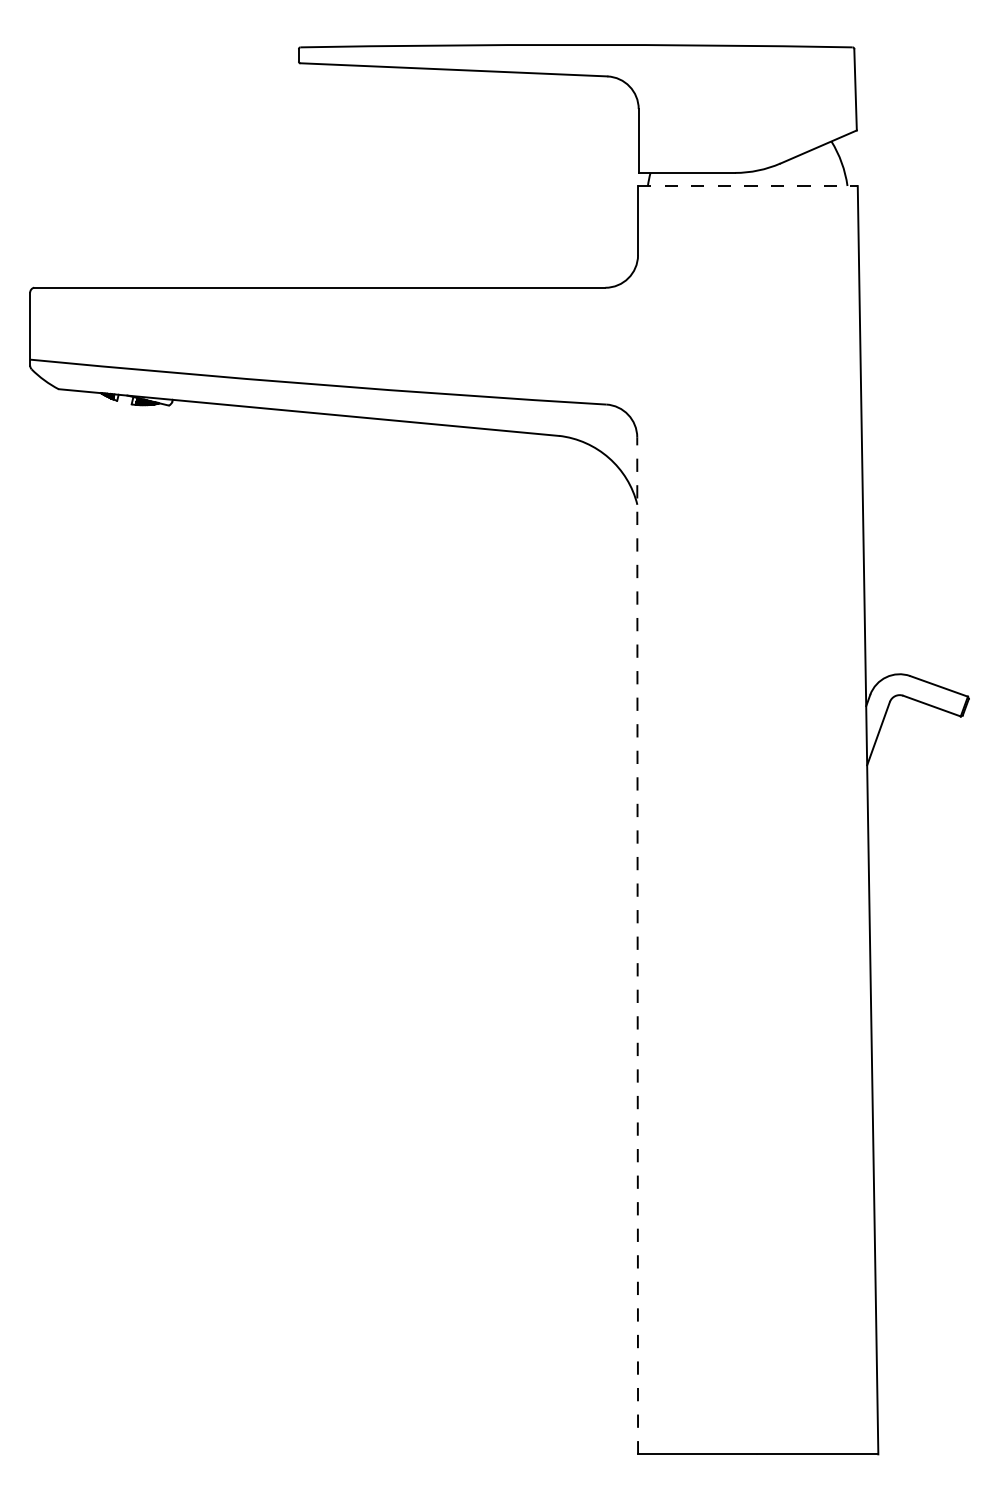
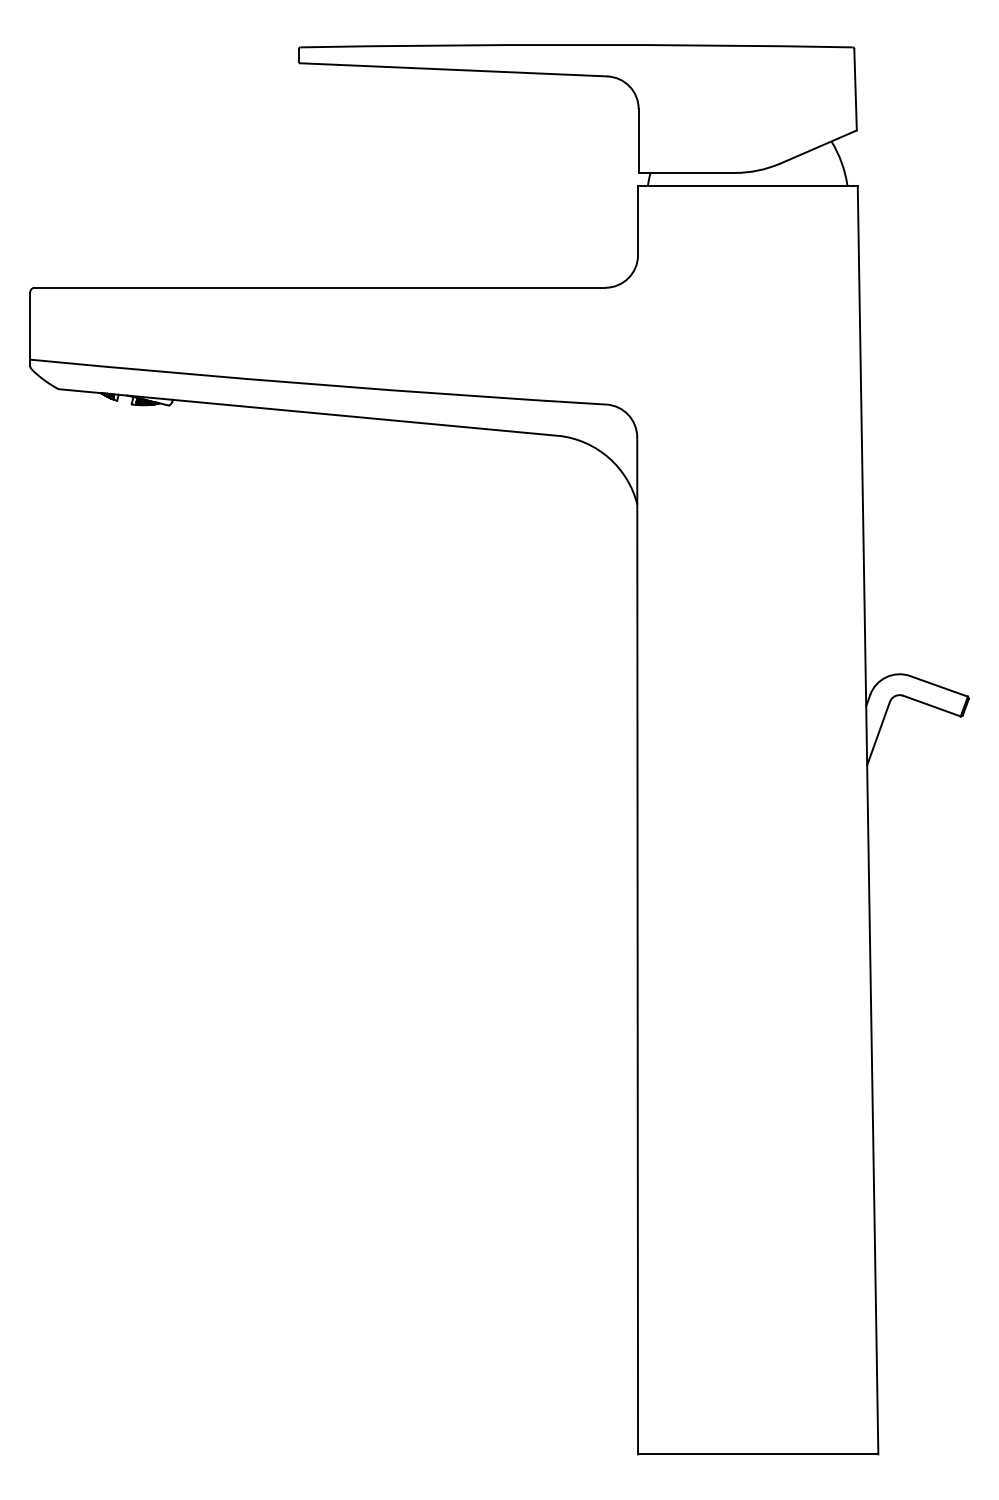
line at (747, 186): dashed -> solid
line at (637, 945): dashed -> solid
